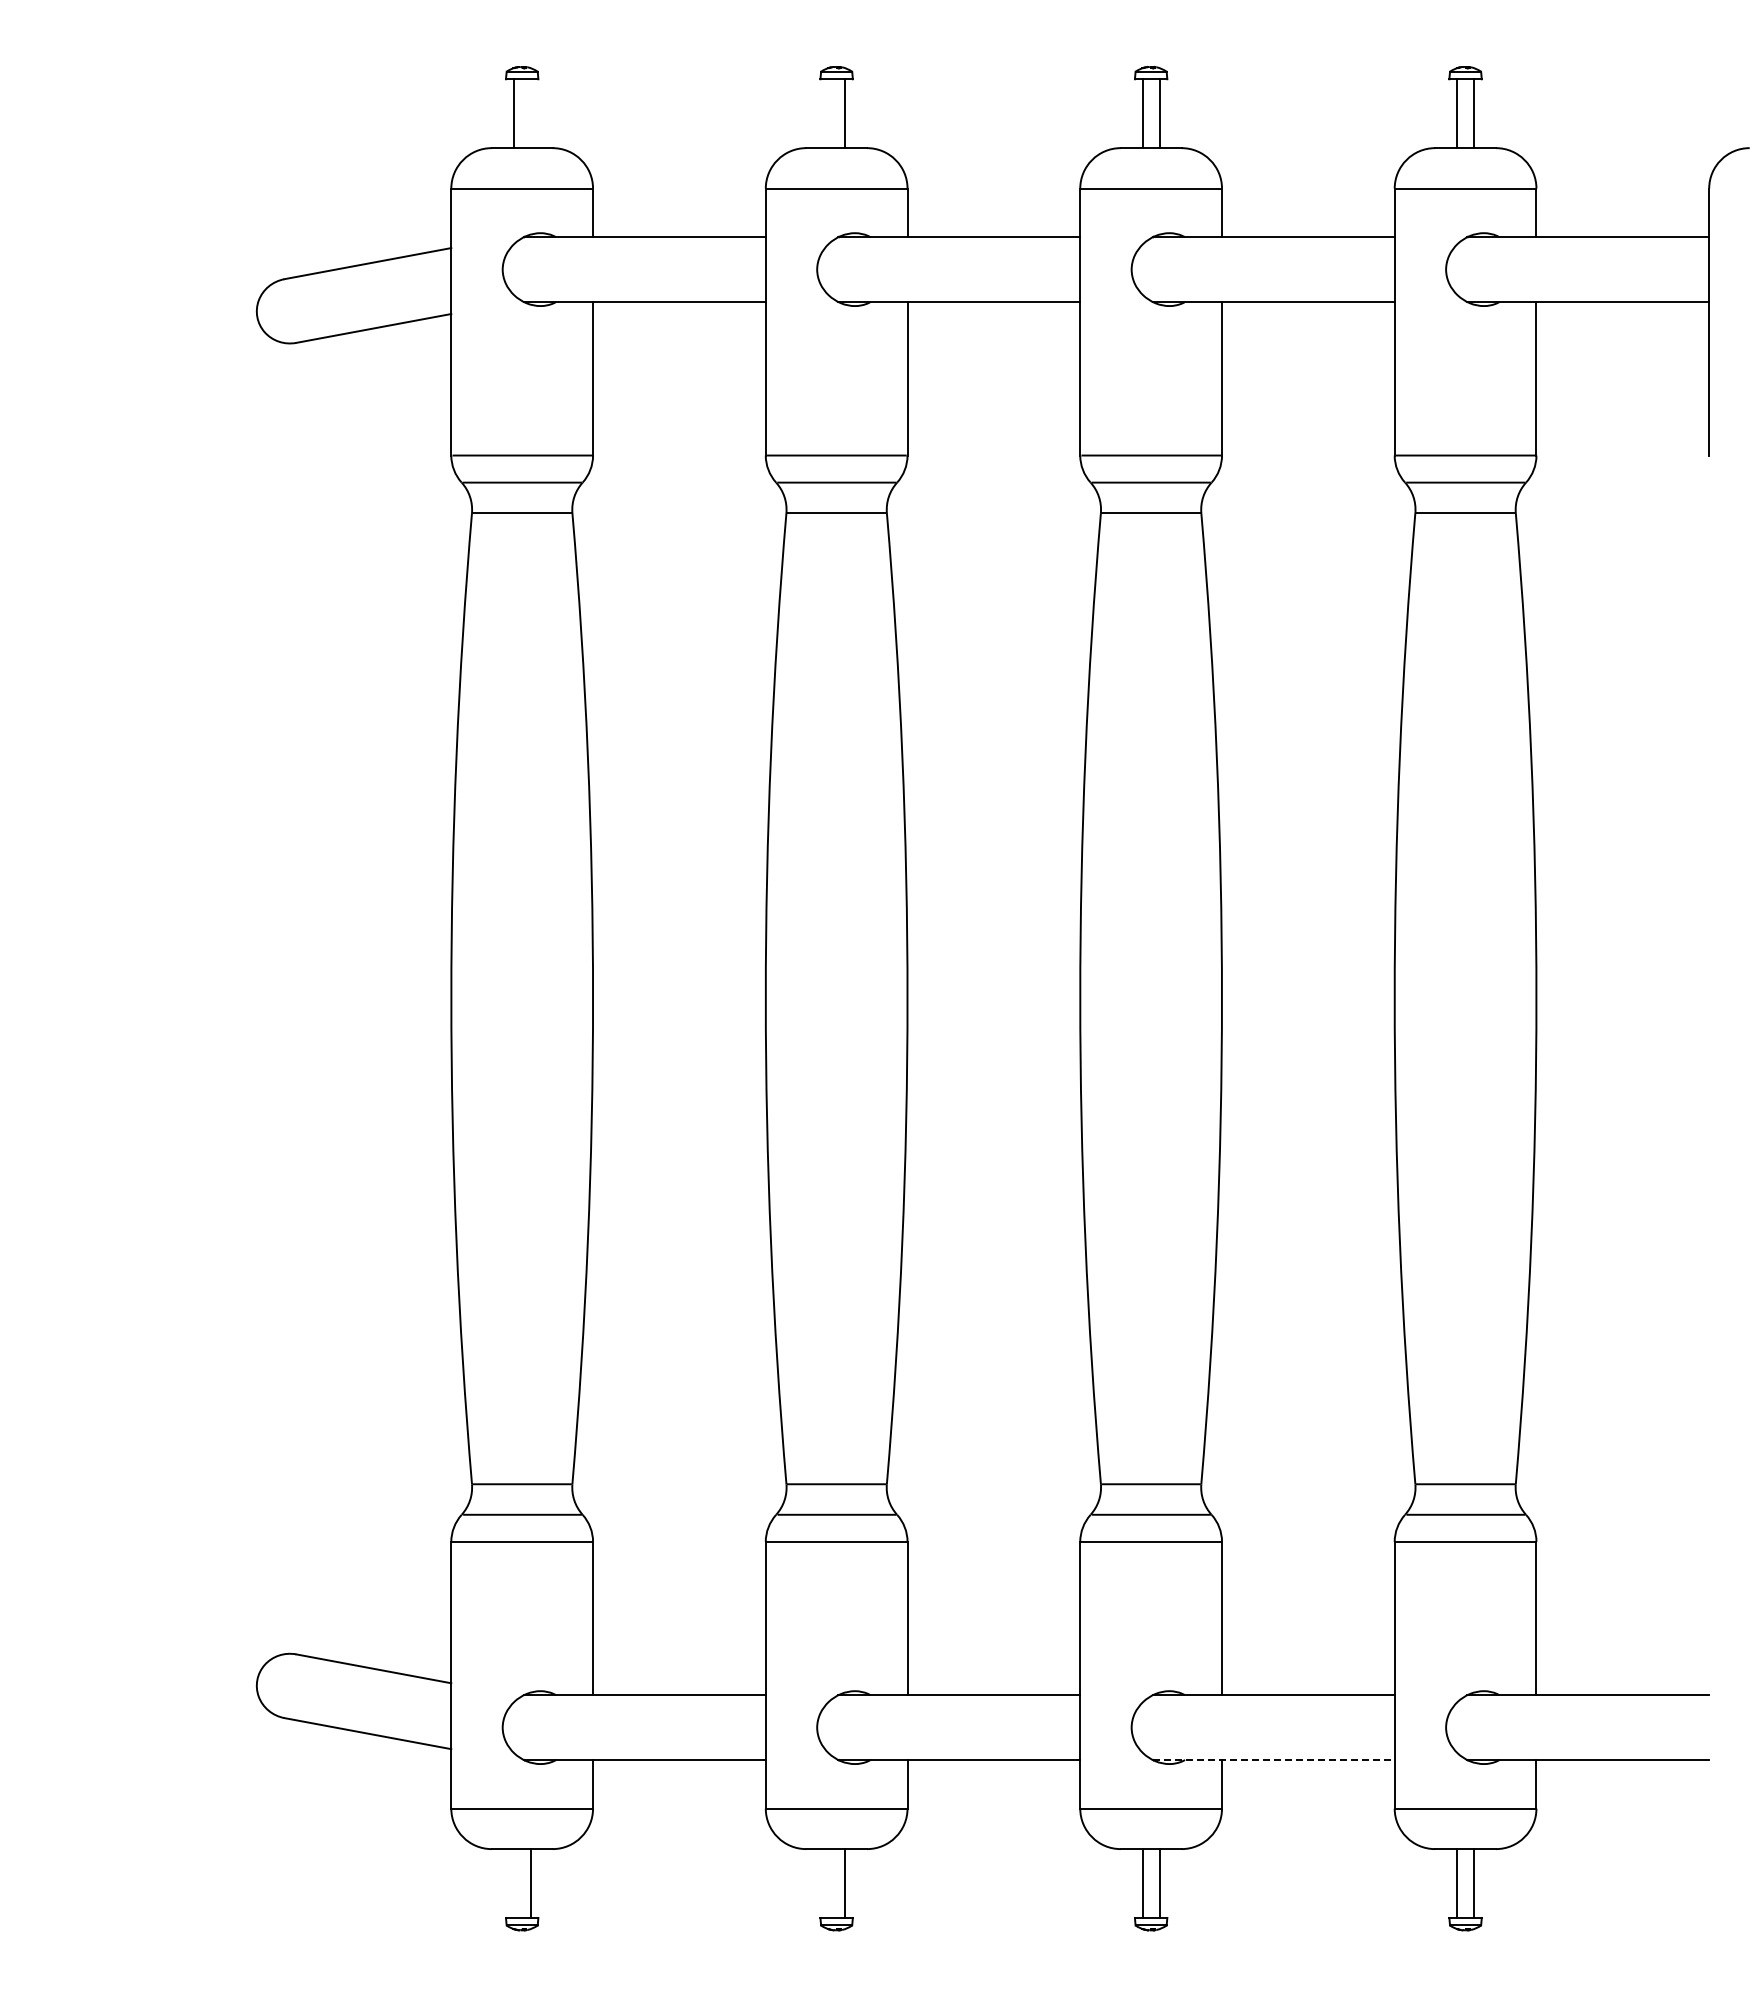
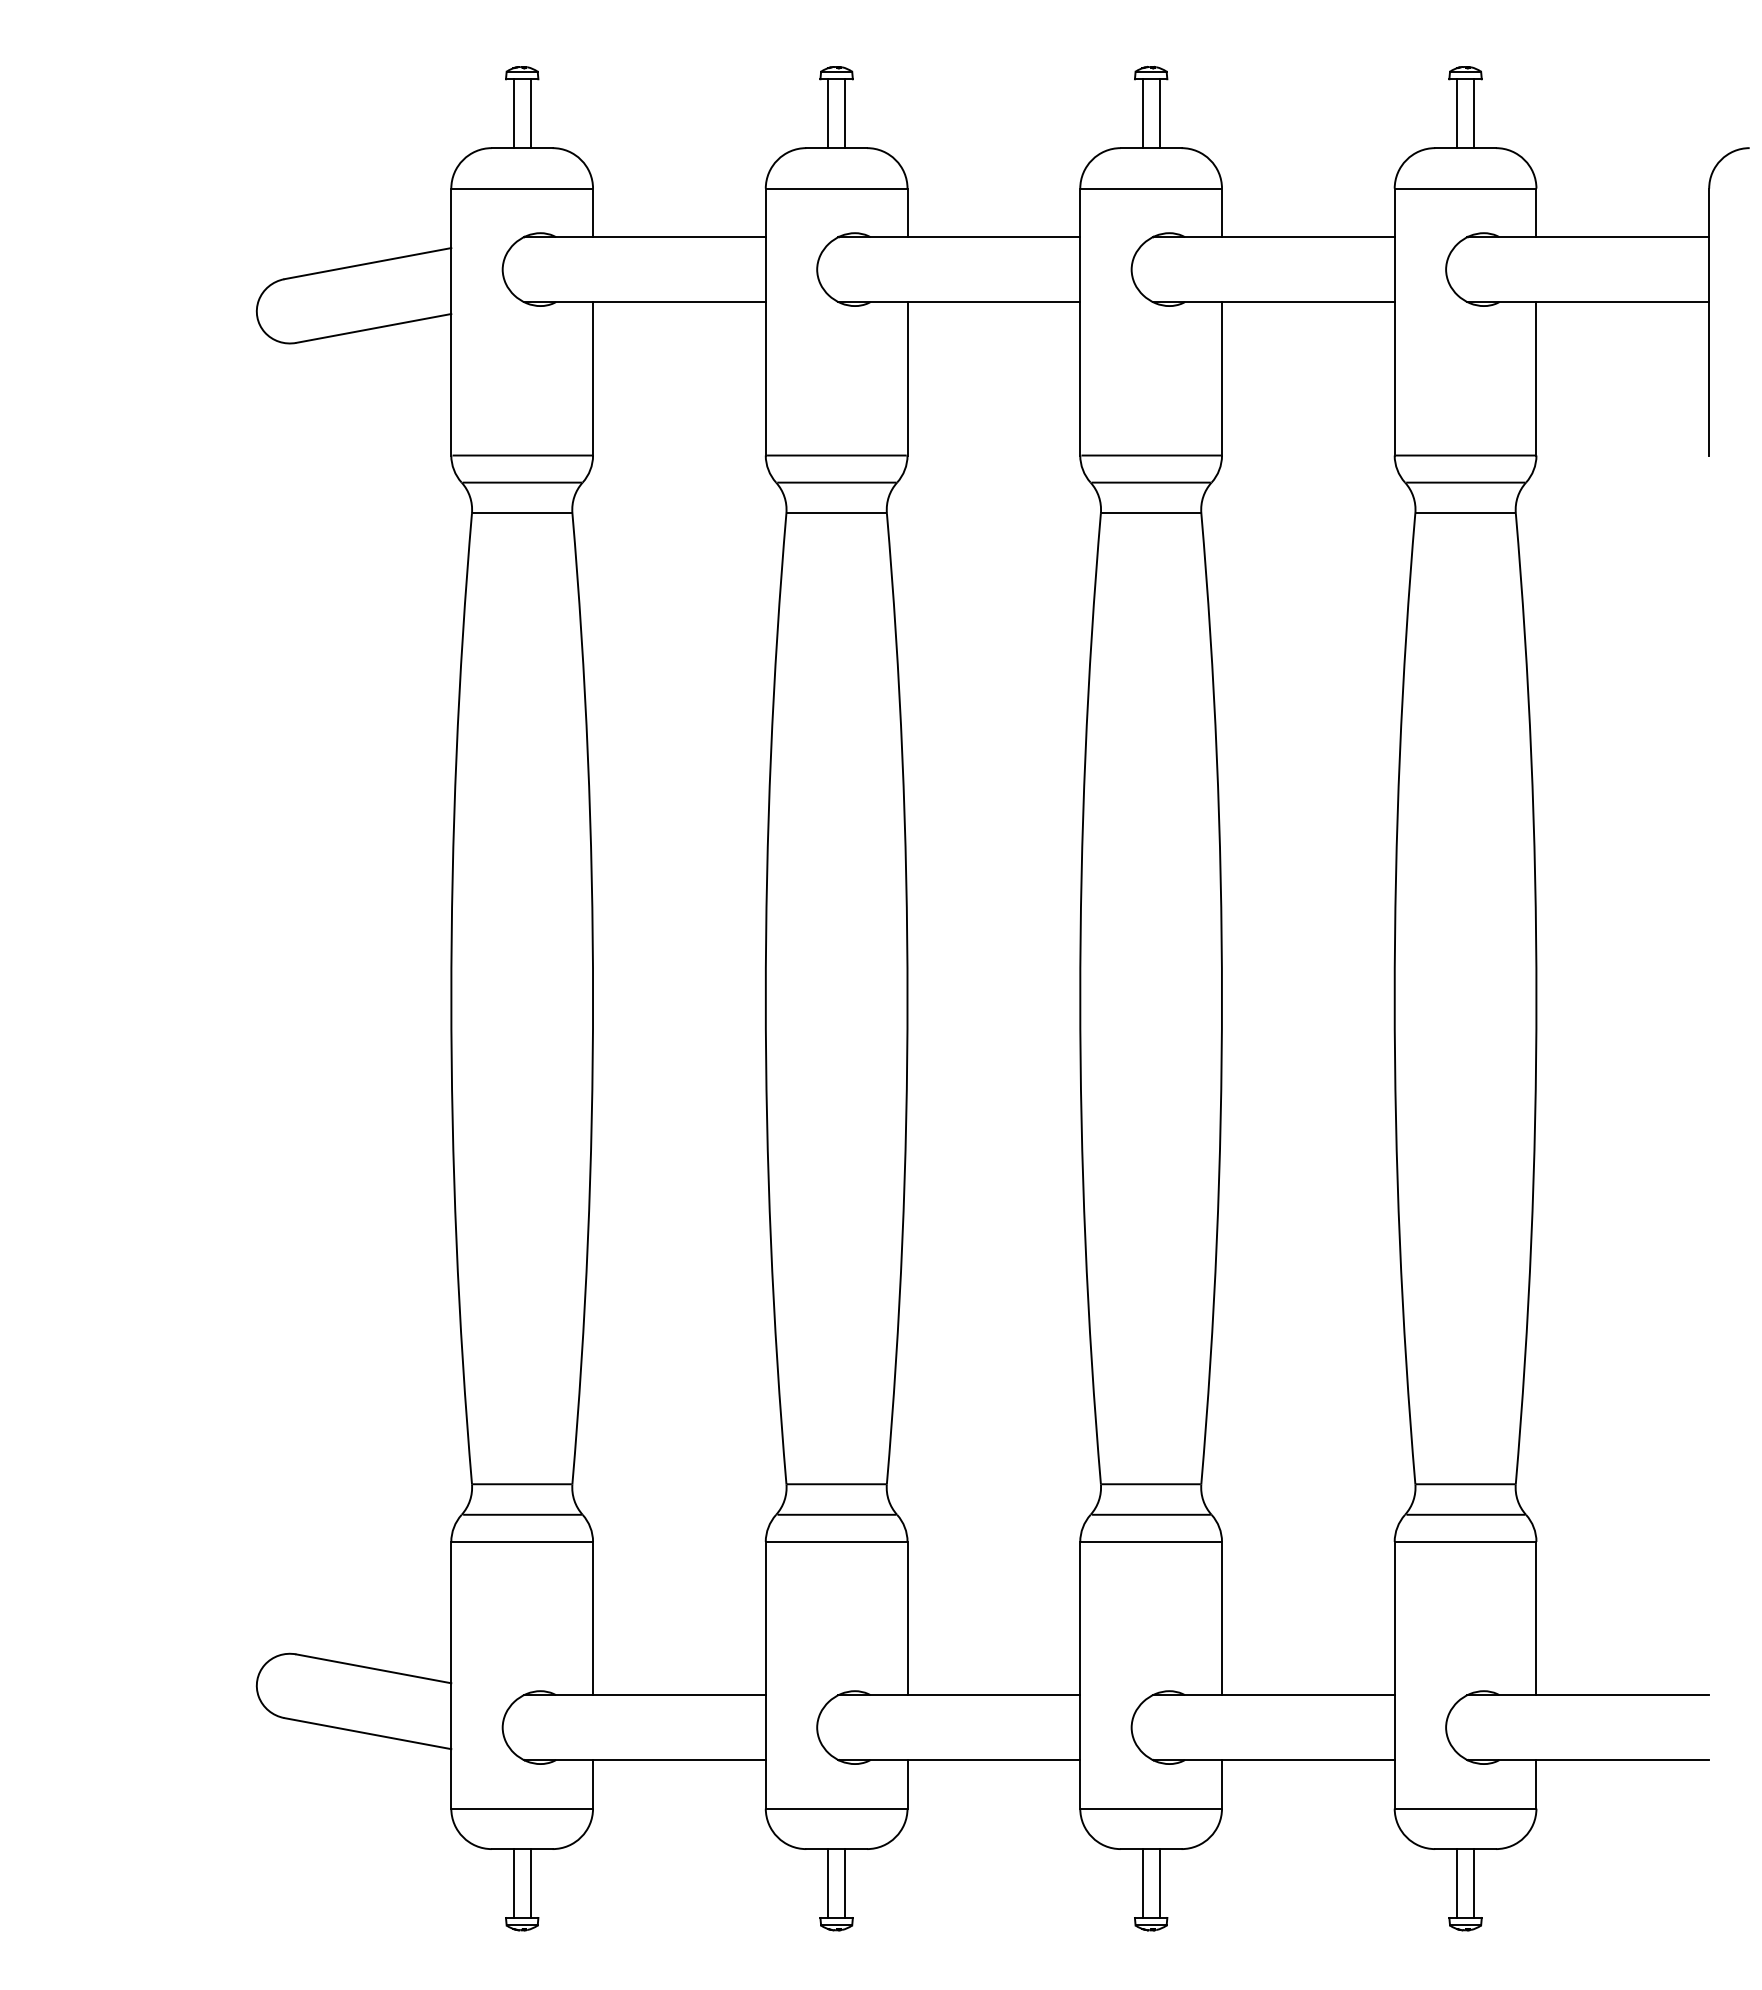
line at (530, 113): none -> present
line at (828, 113): none -> present
line at (1273, 1760): dashed -> solid
line at (513, 1883): none -> present
line at (828, 1883): none -> present
